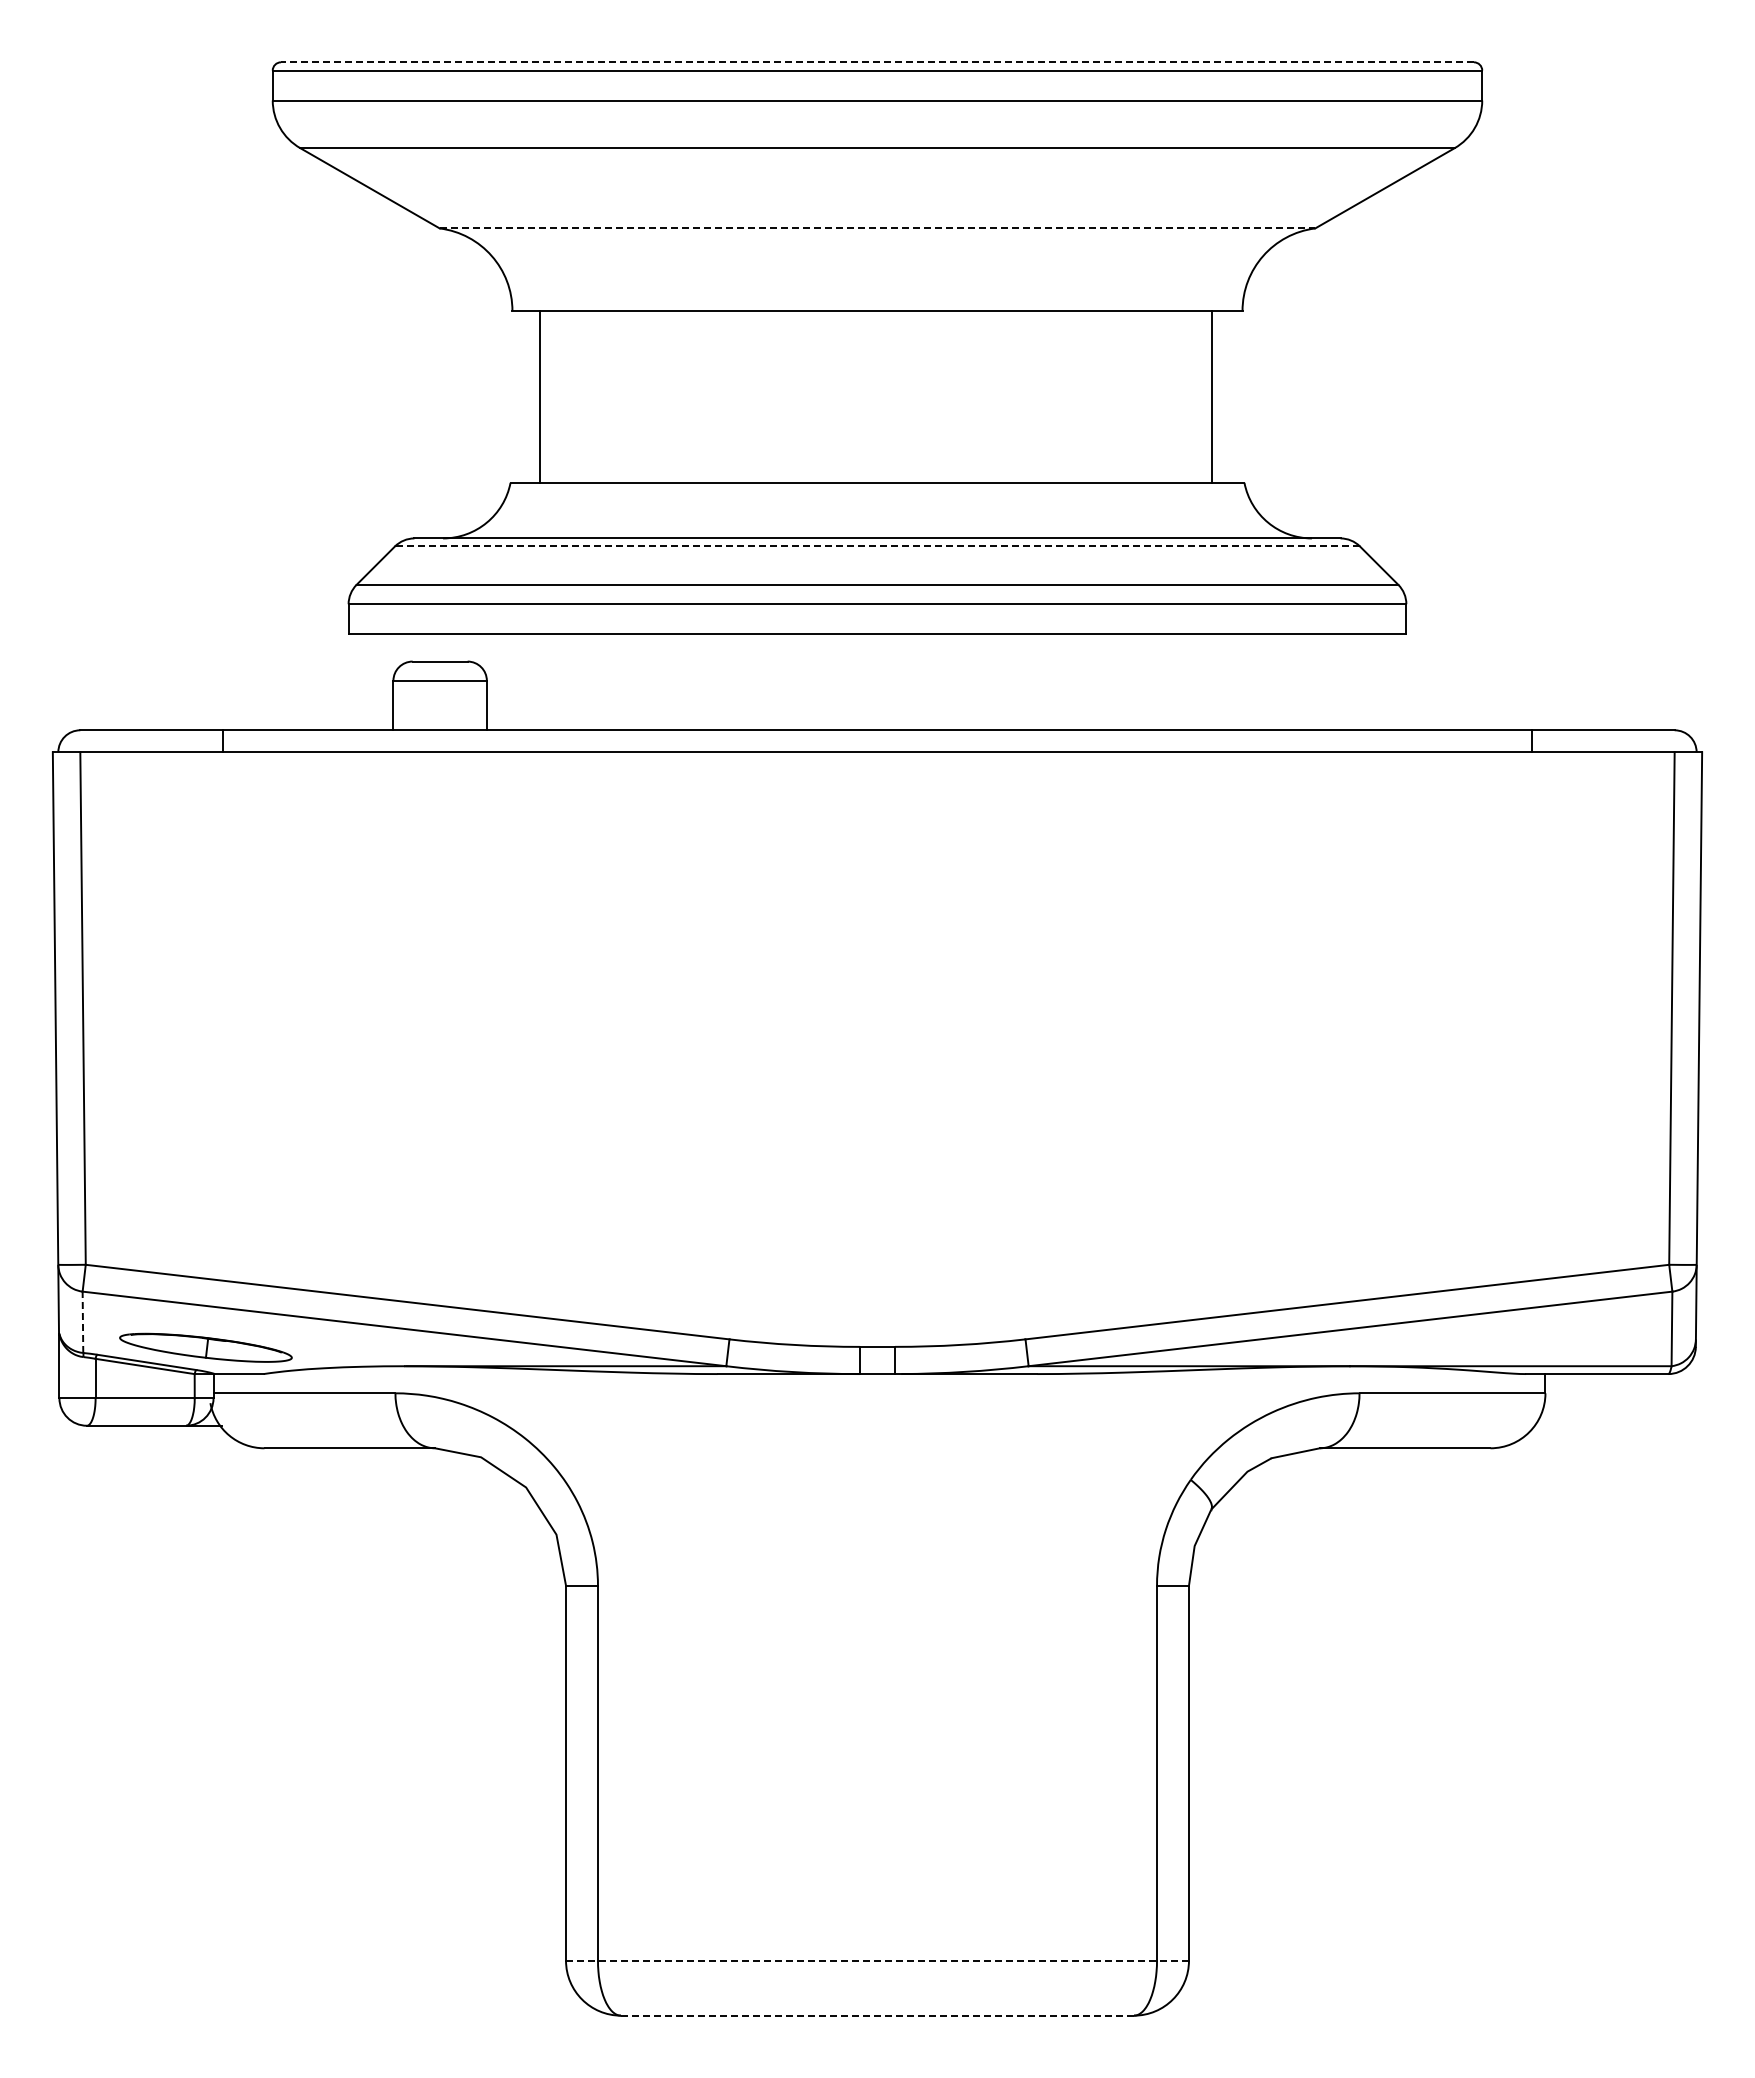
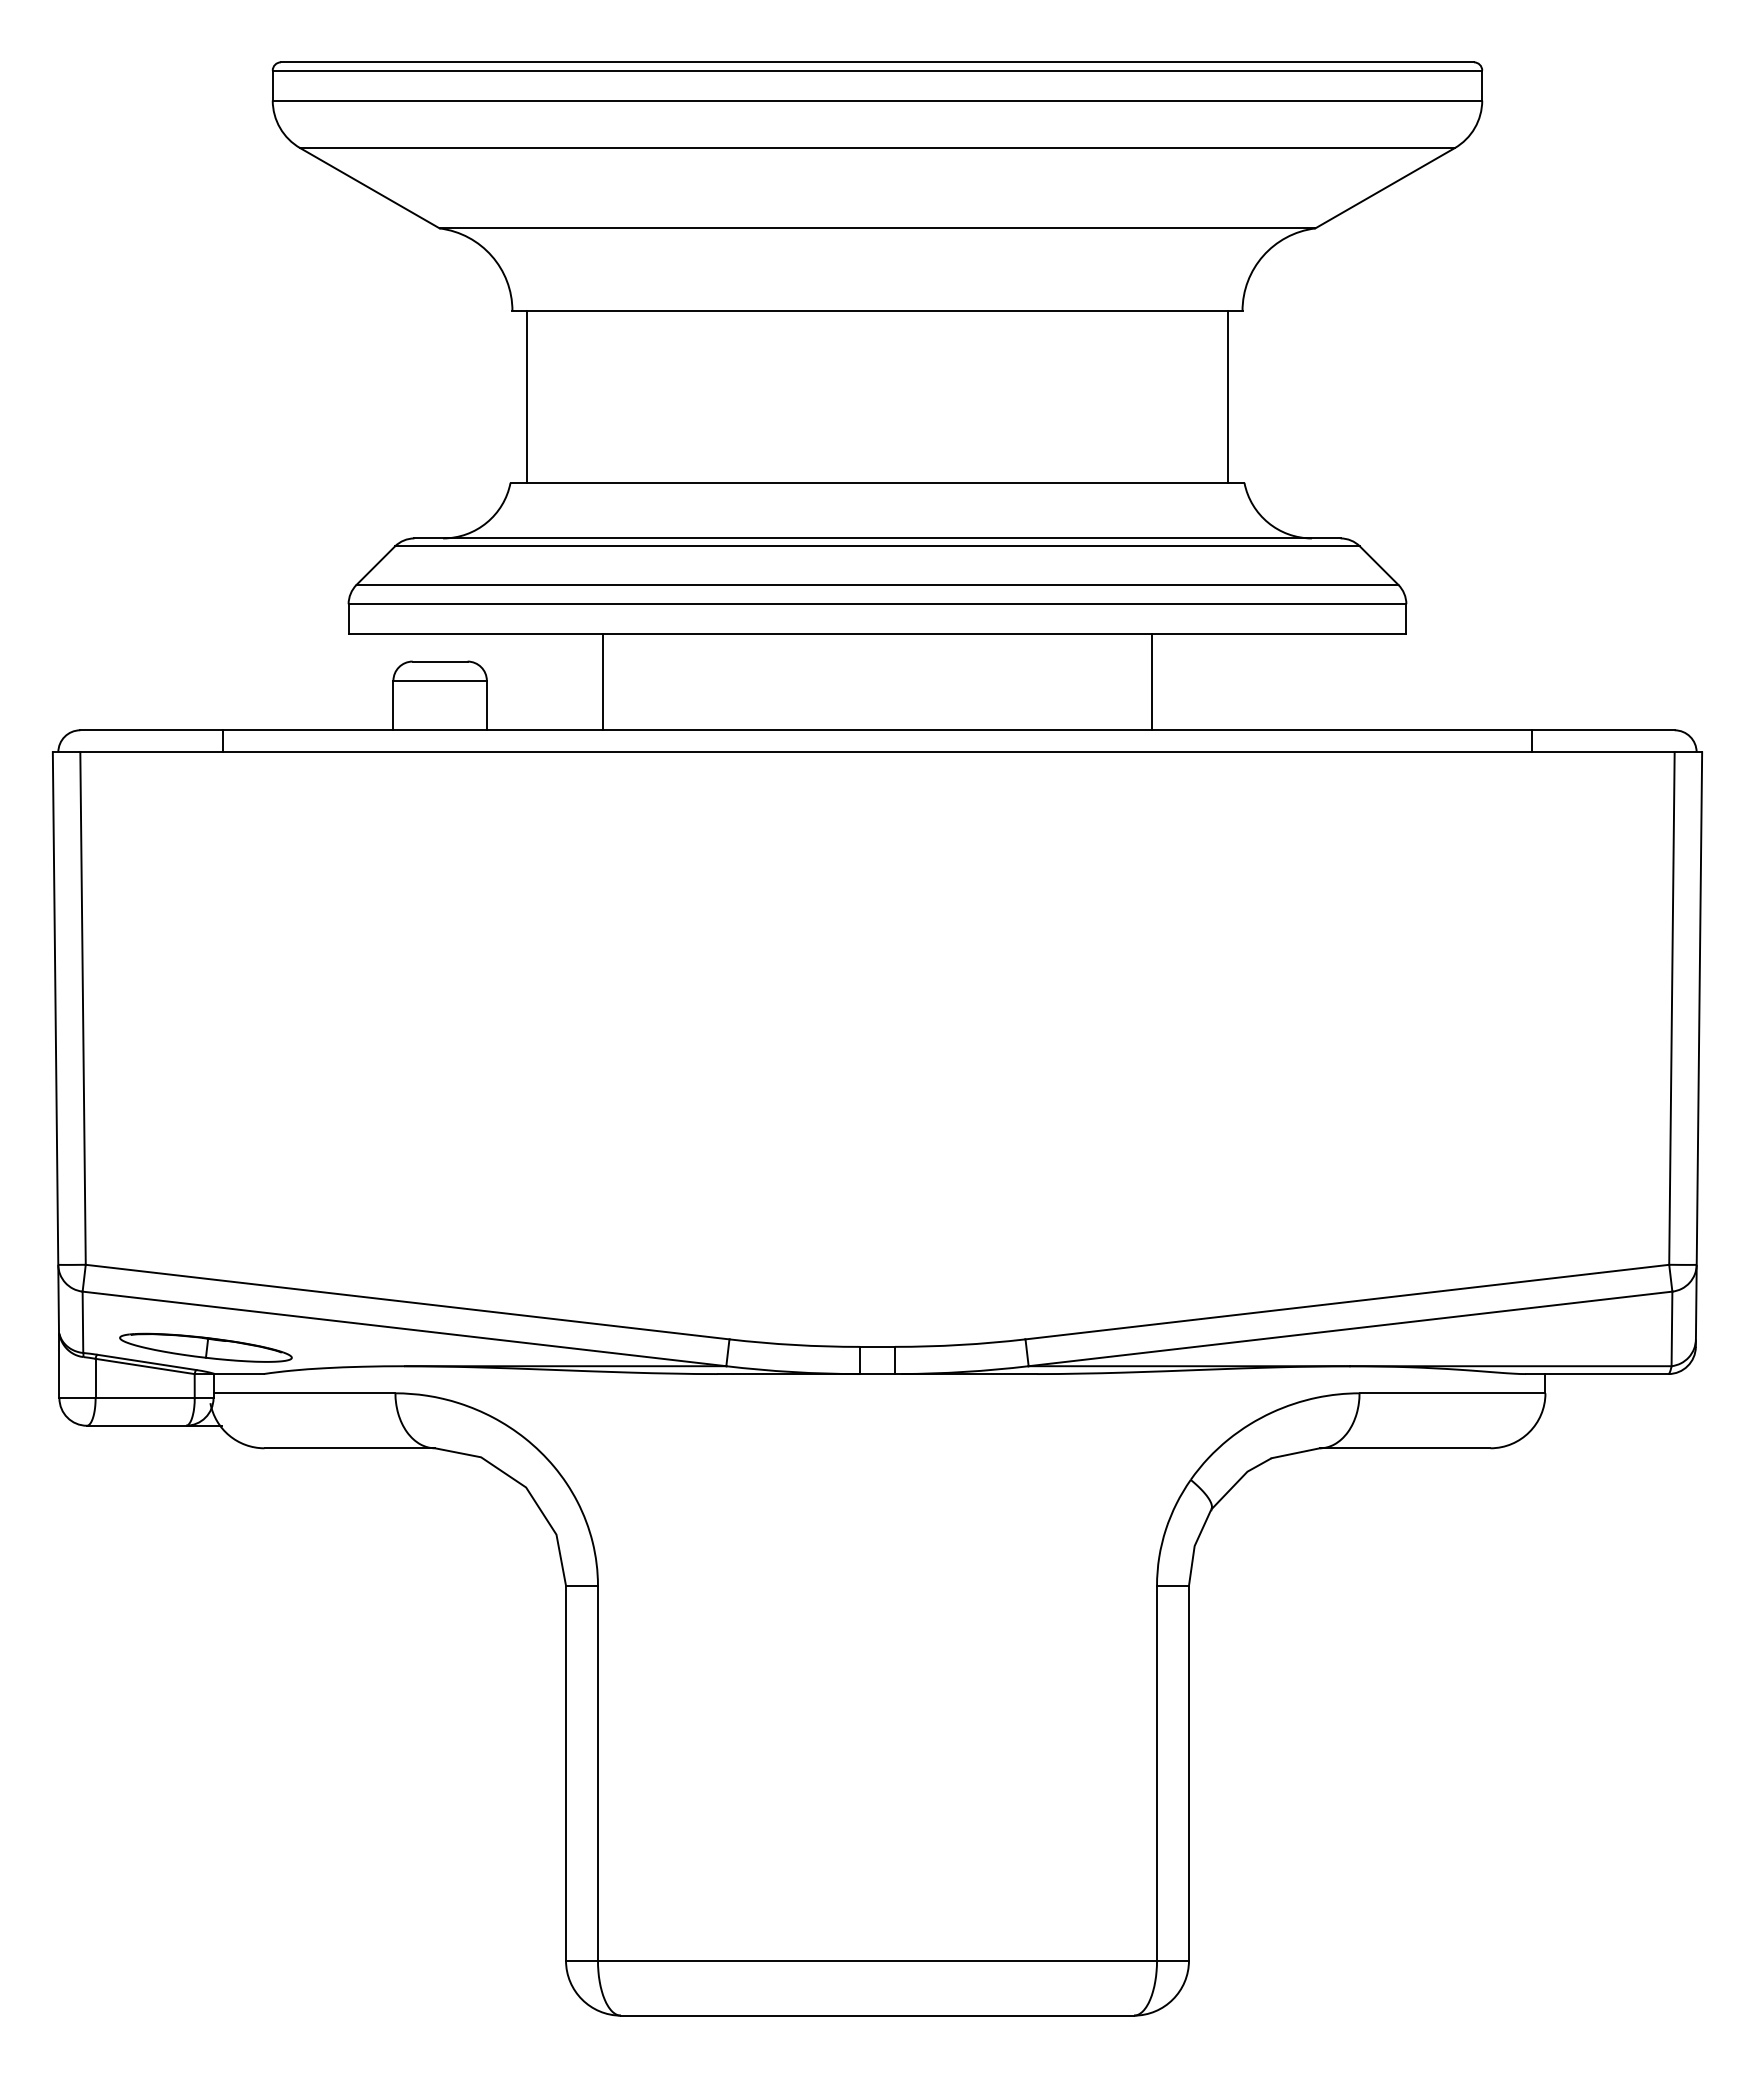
line at (876, 62): dashed -> solid
line at (877, 228): dashed -> solid
line at (540, 396) position: (540, 396) -> (527, 396)
line at (1211, 396) position: (1211, 396) -> (1227, 396)
line at (877, 546): dashed -> solid
line at (602, 682): none -> present
line at (1152, 682): none -> present
line at (82, 1322): dashed -> solid
line at (878, 1960): dashed -> solid
line at (877, 2015): dashed -> solid
